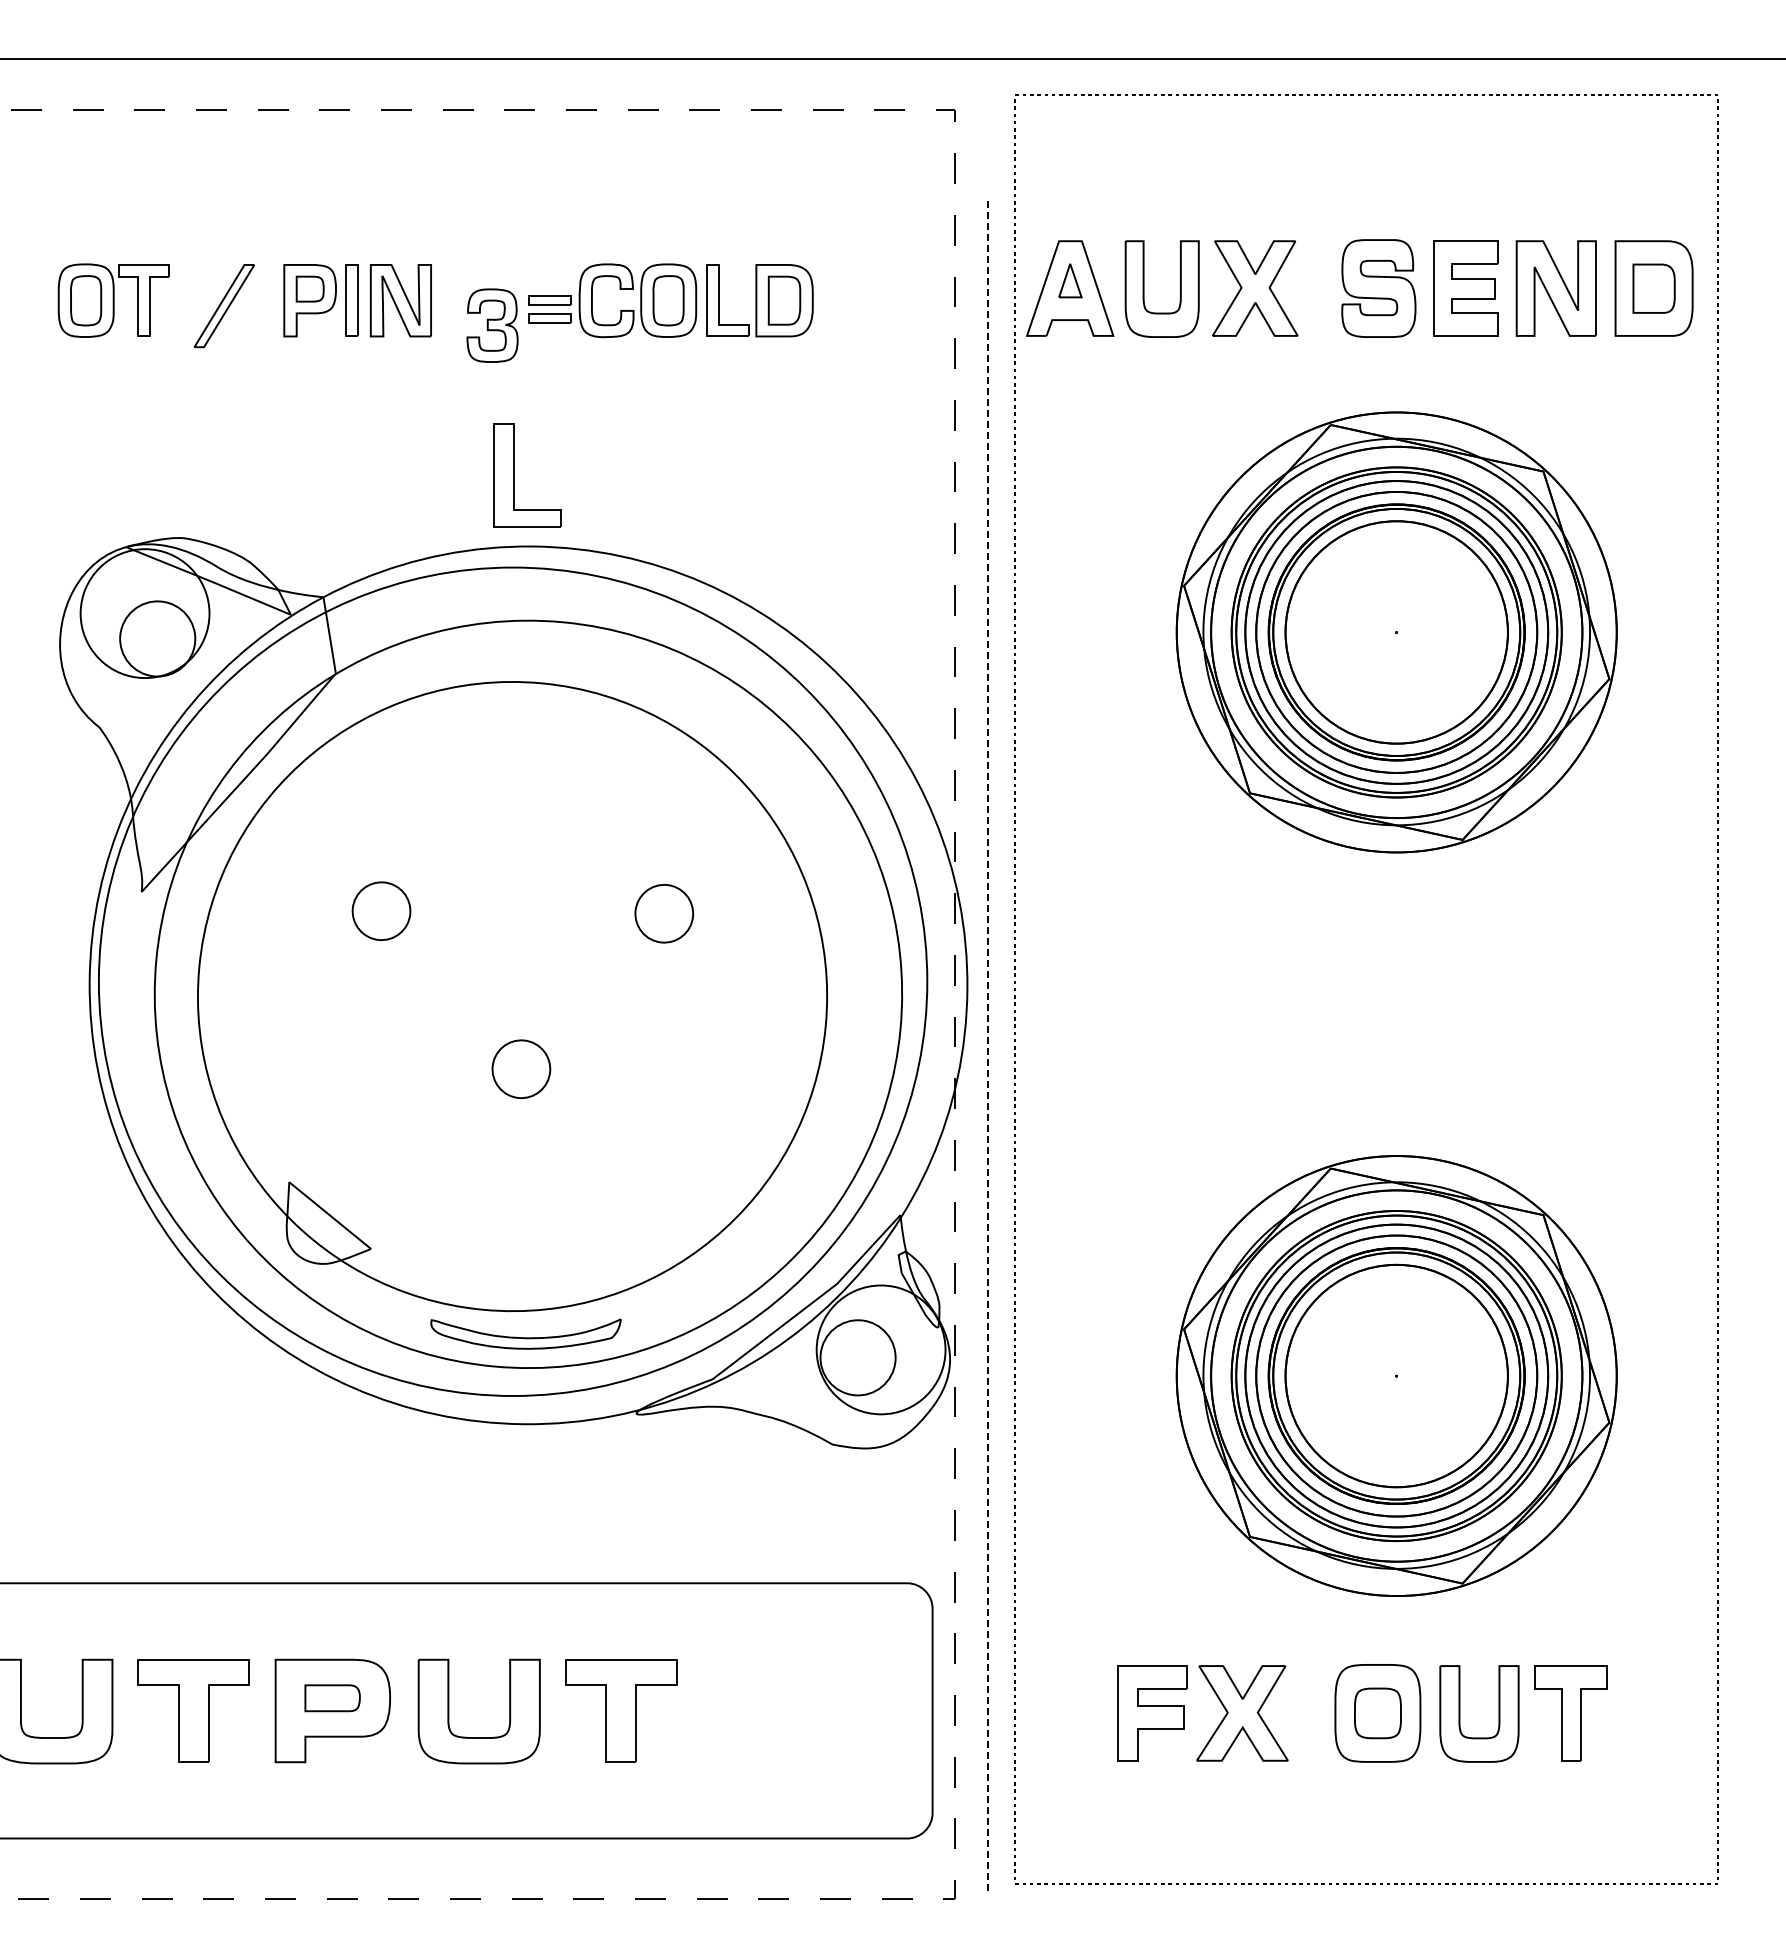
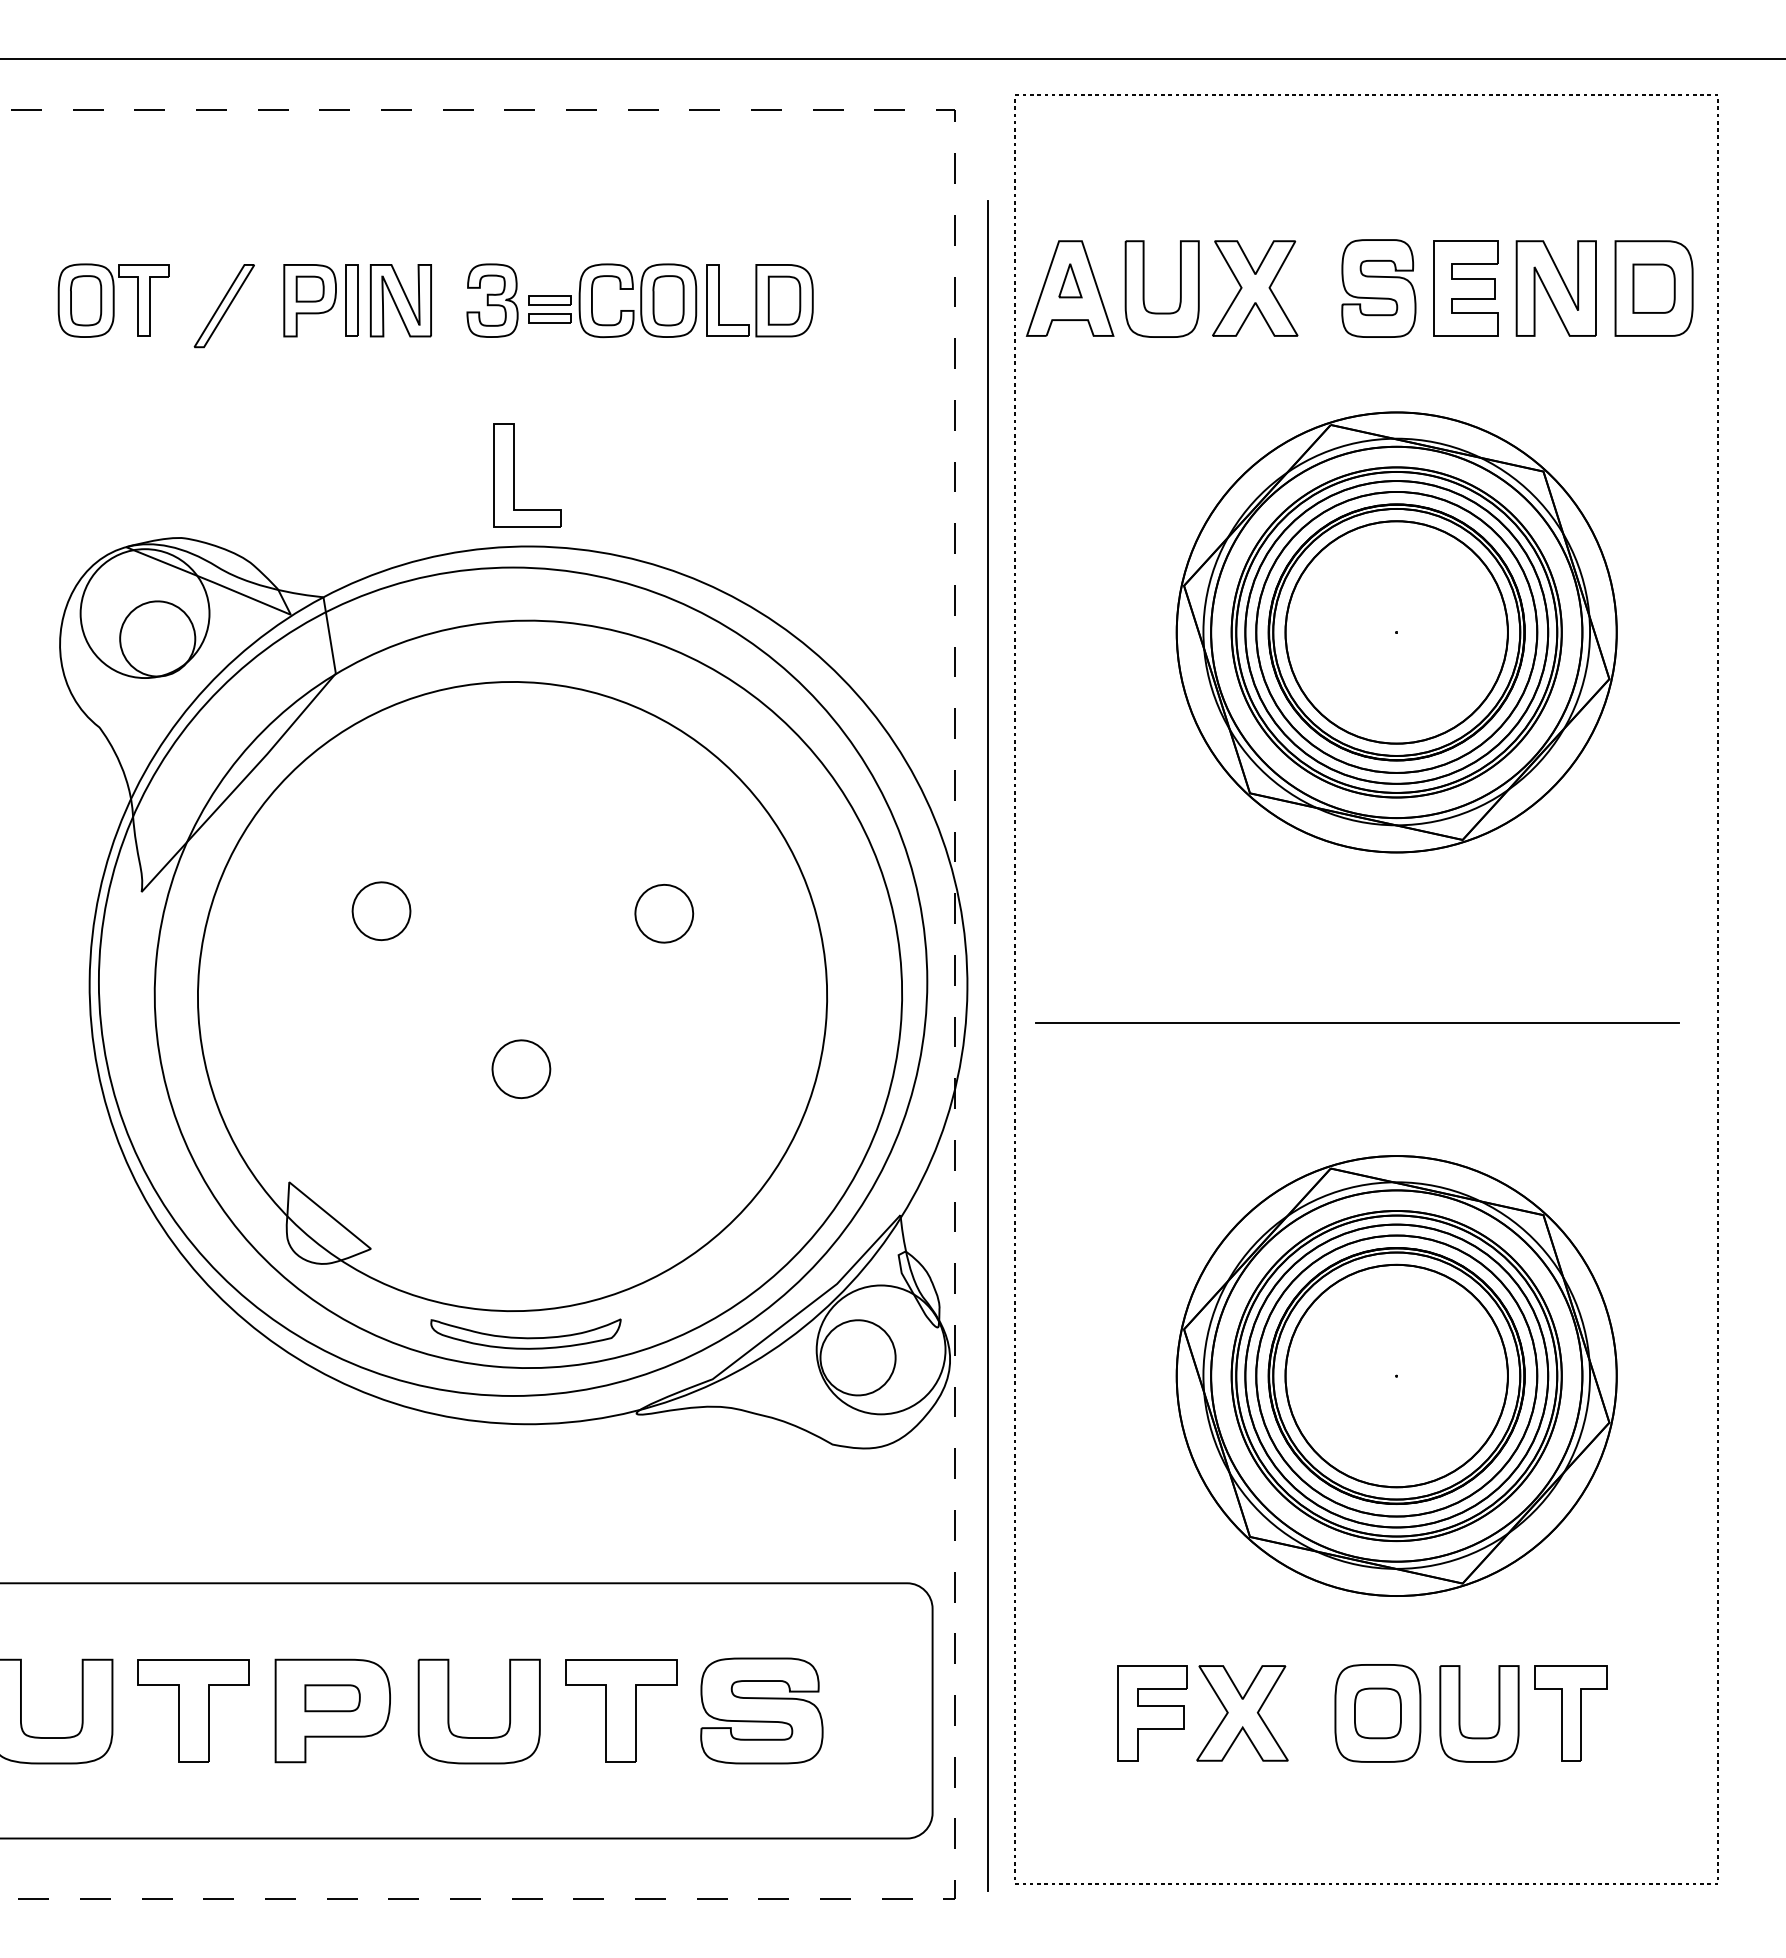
part at (492, 325) position: (492, 325) -> (492, 300)
line at (1357, 1023): none -> present
line at (988, 1046): dashed -> solid
part at (761, 1710): none -> present
